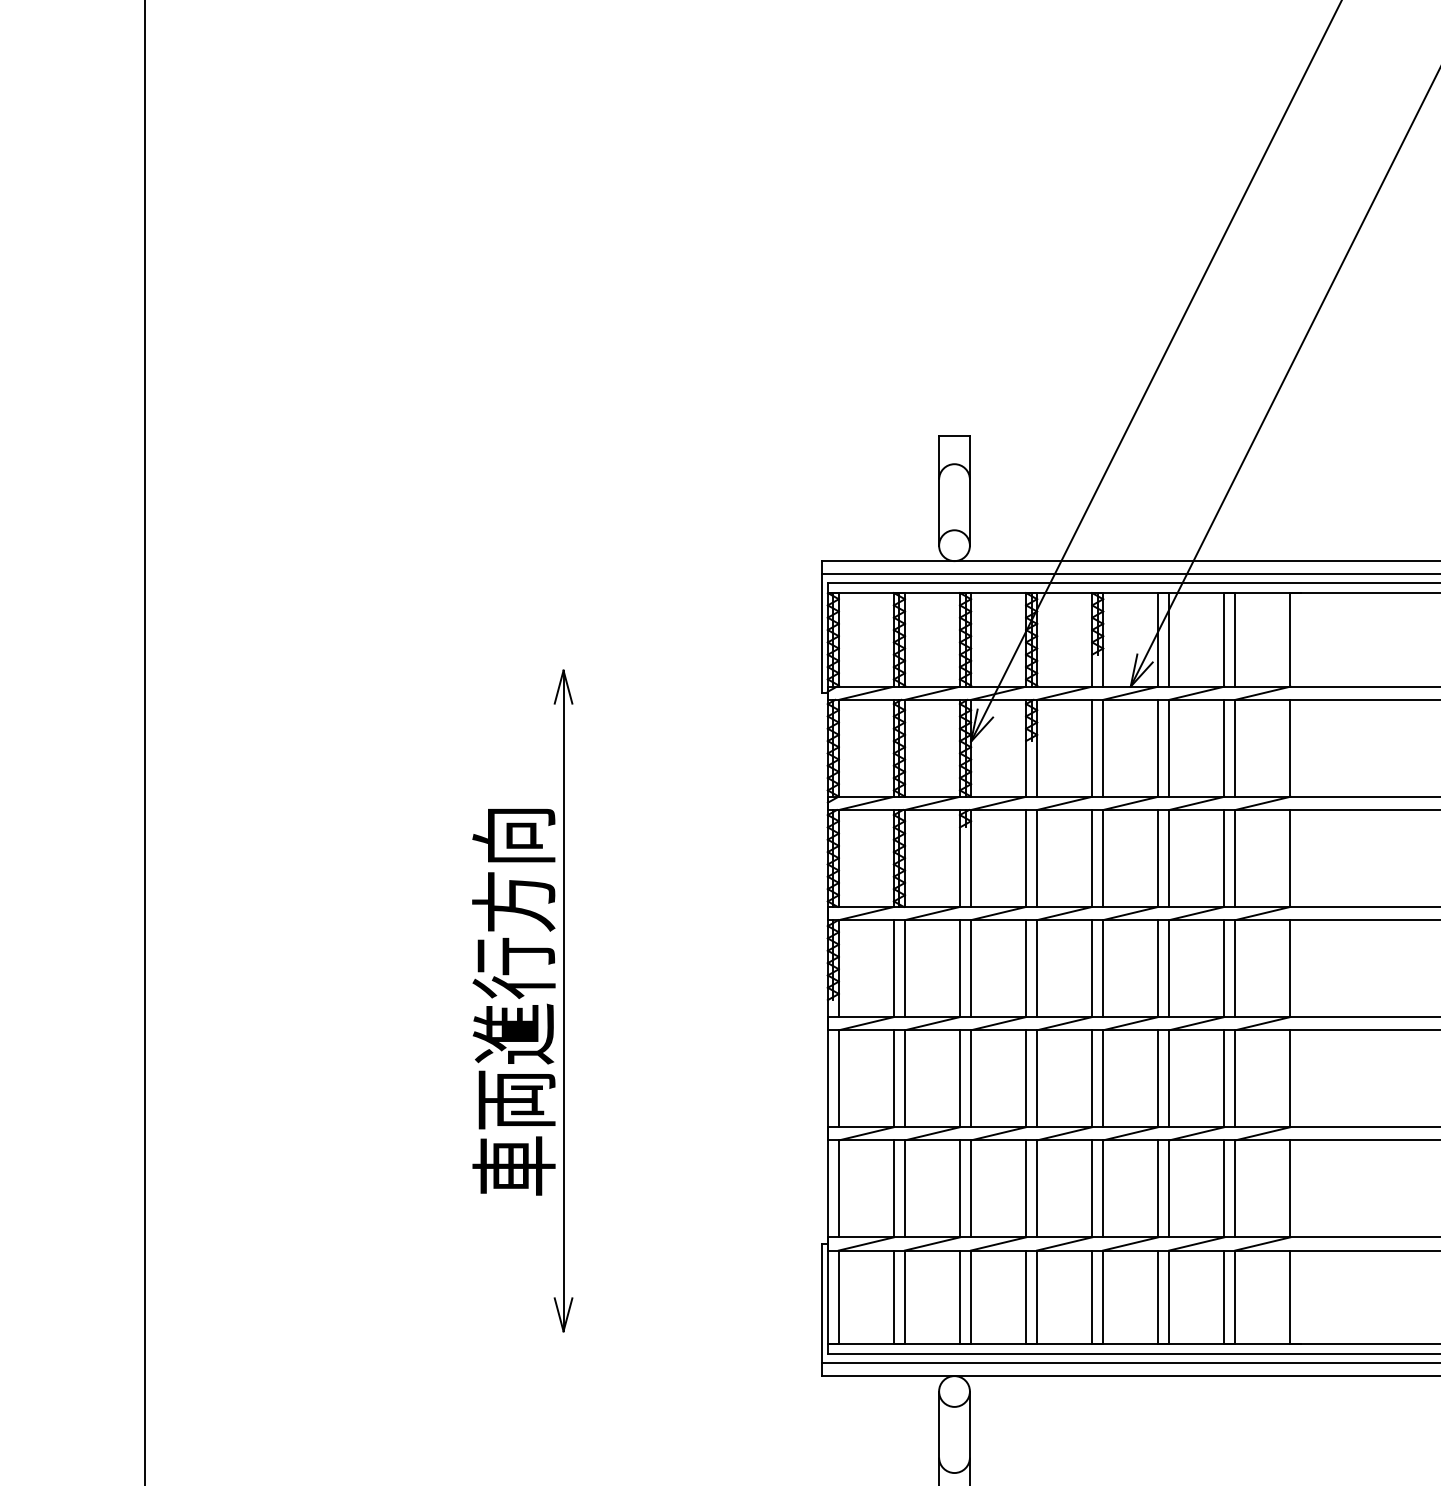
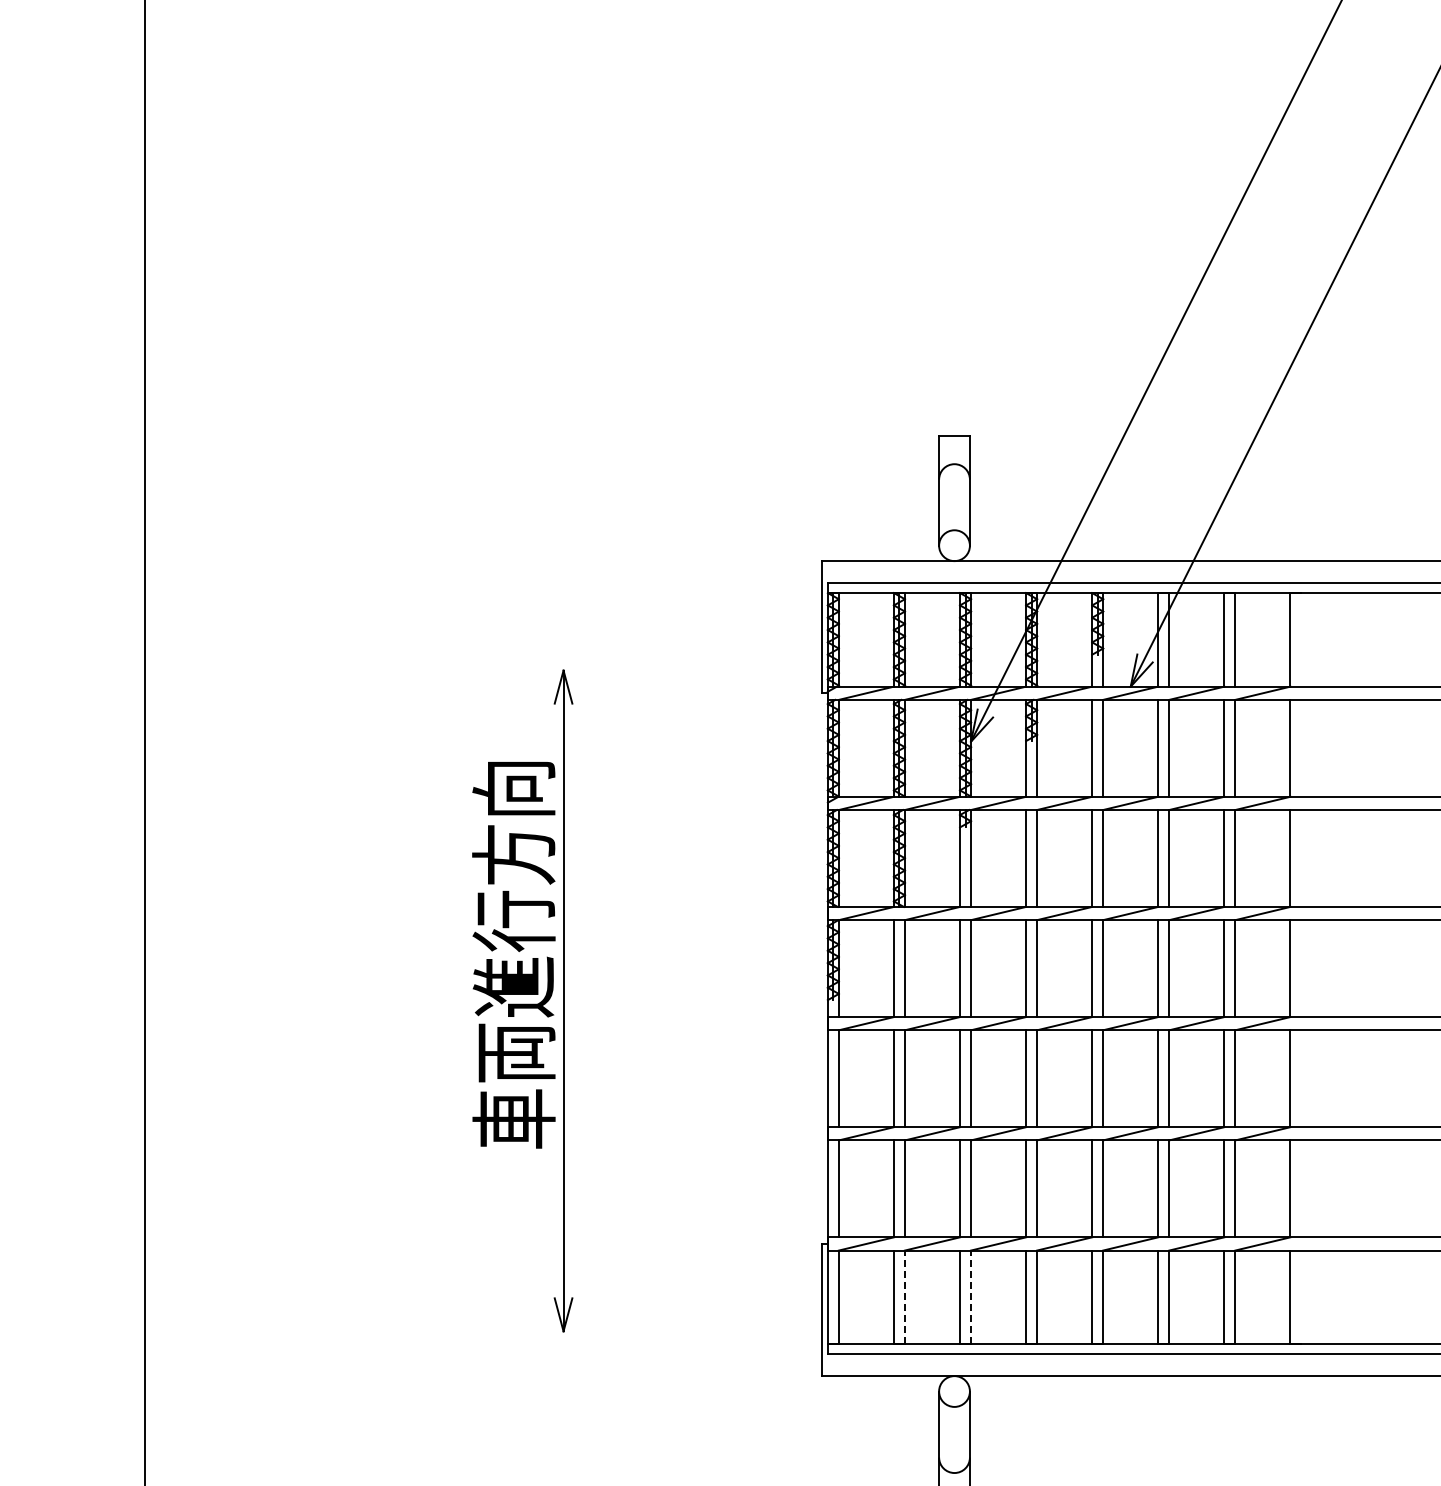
line at (1129, 574): present -> none
text at (513, 1002) position: (513, 1002) -> (513, 955)
line at (904, 1297): solid -> dashed
line at (971, 1297): solid -> dashed
line at (1129, 1362): present -> none
